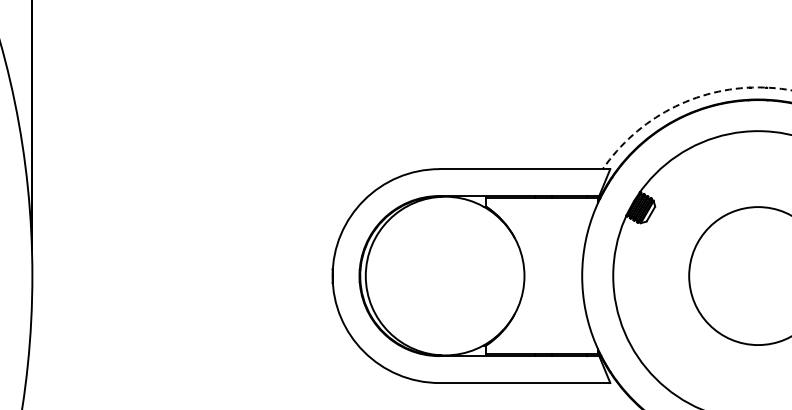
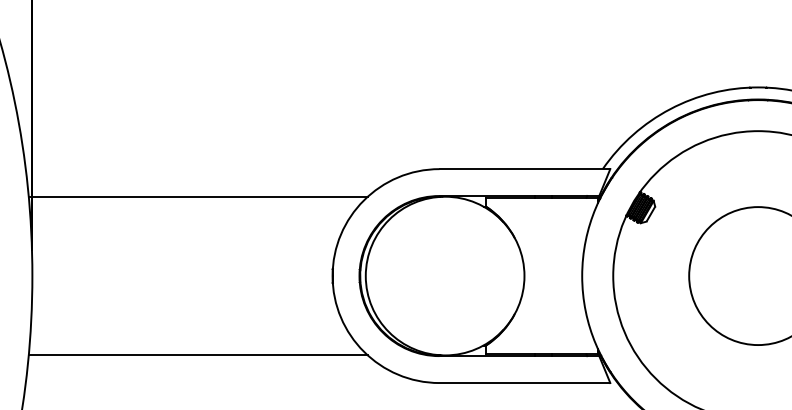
arc at (686, 101): dashed -> solid
line at (197, 196): none -> present
line at (197, 355): none -> present
